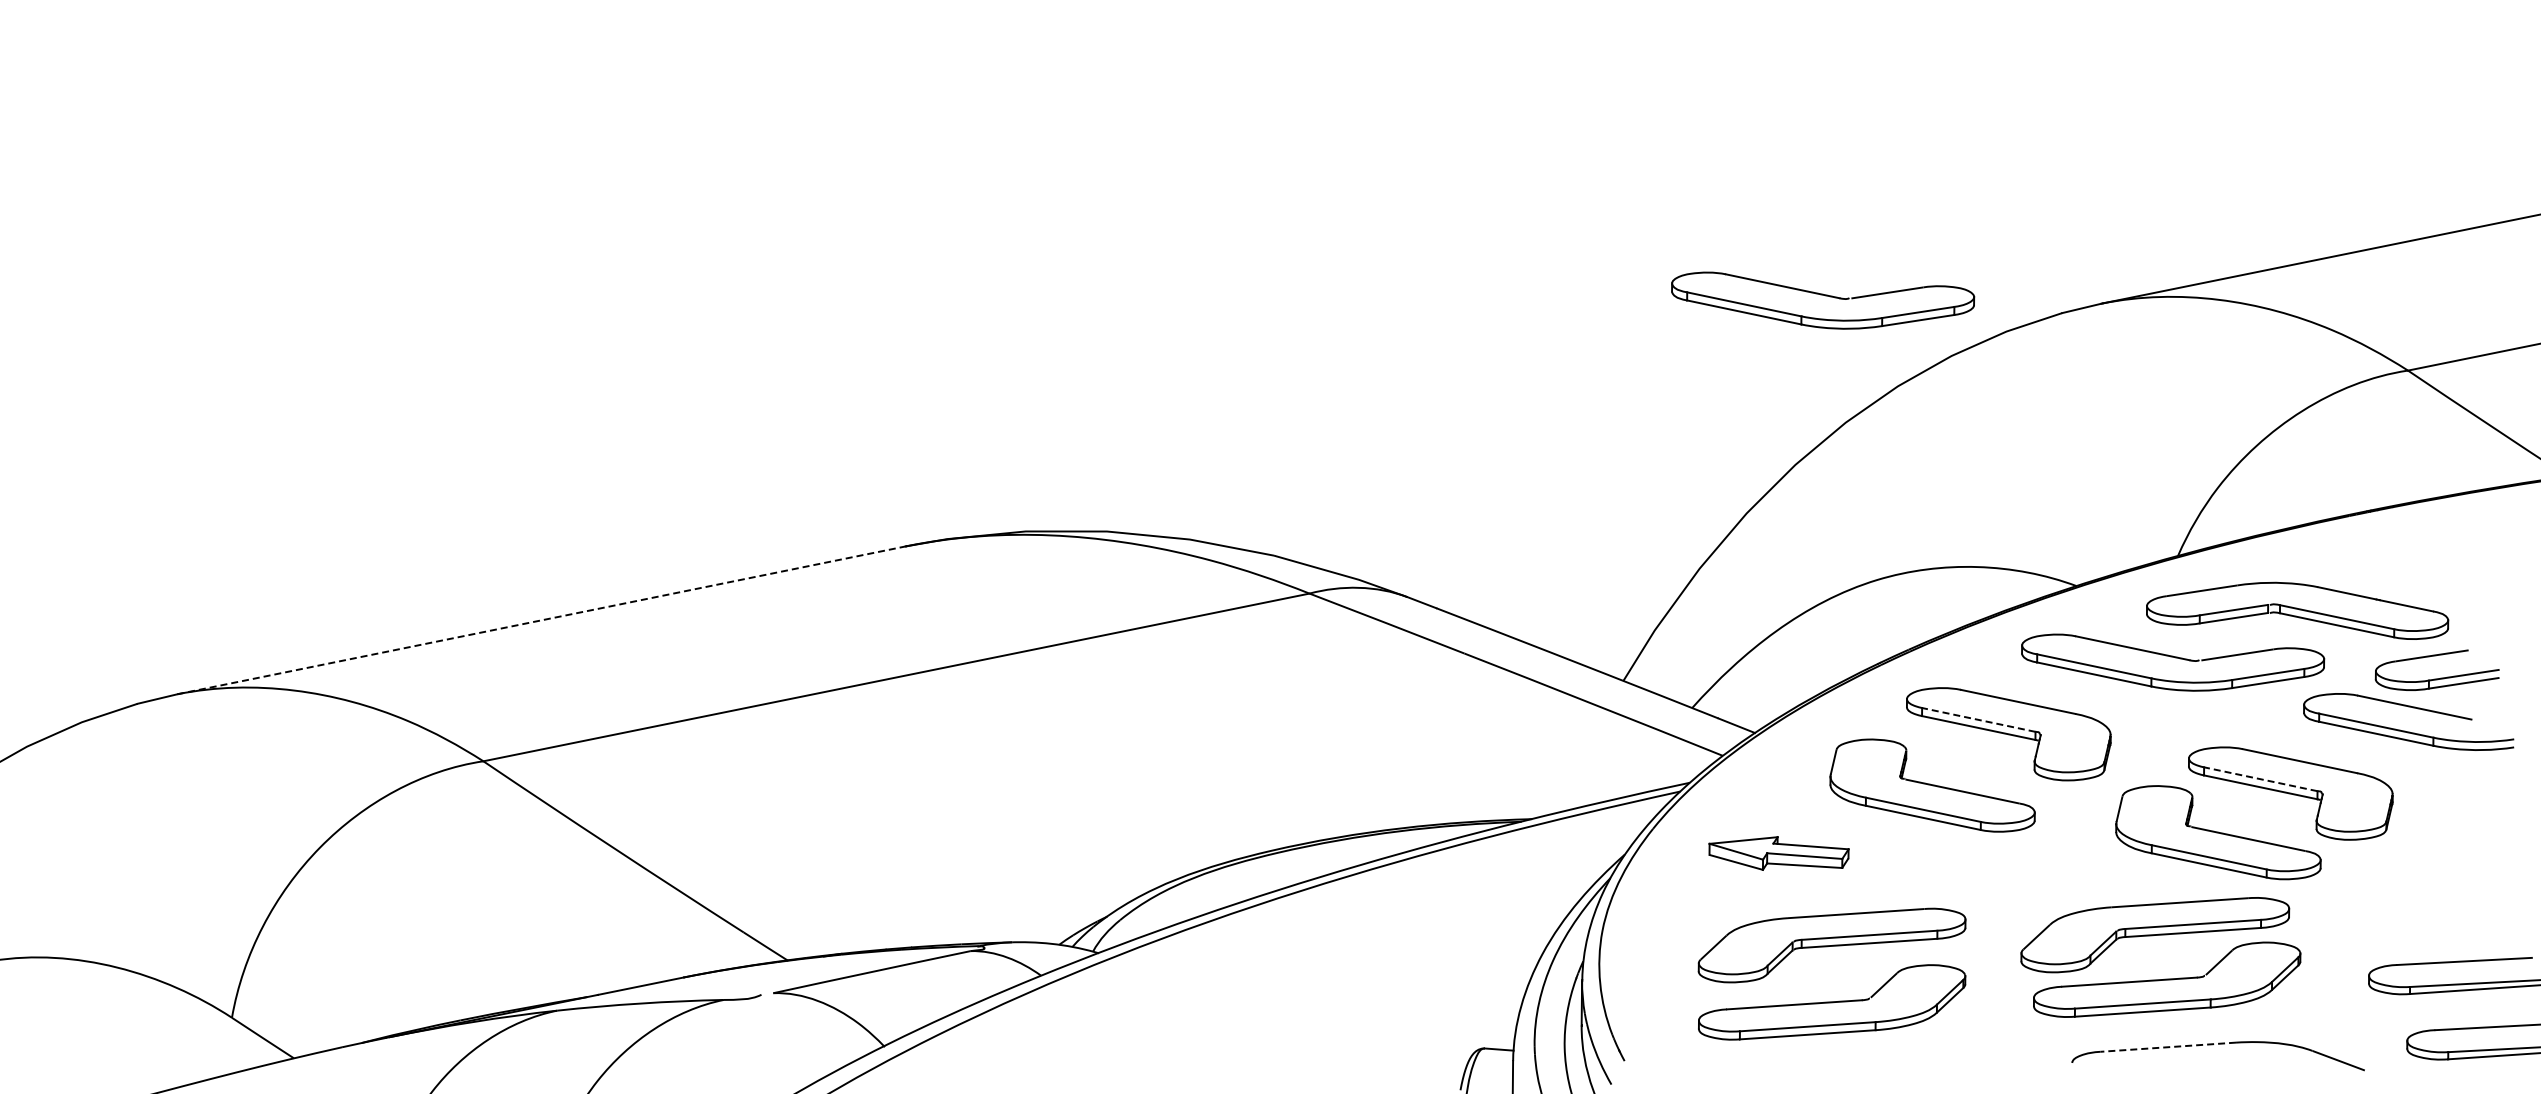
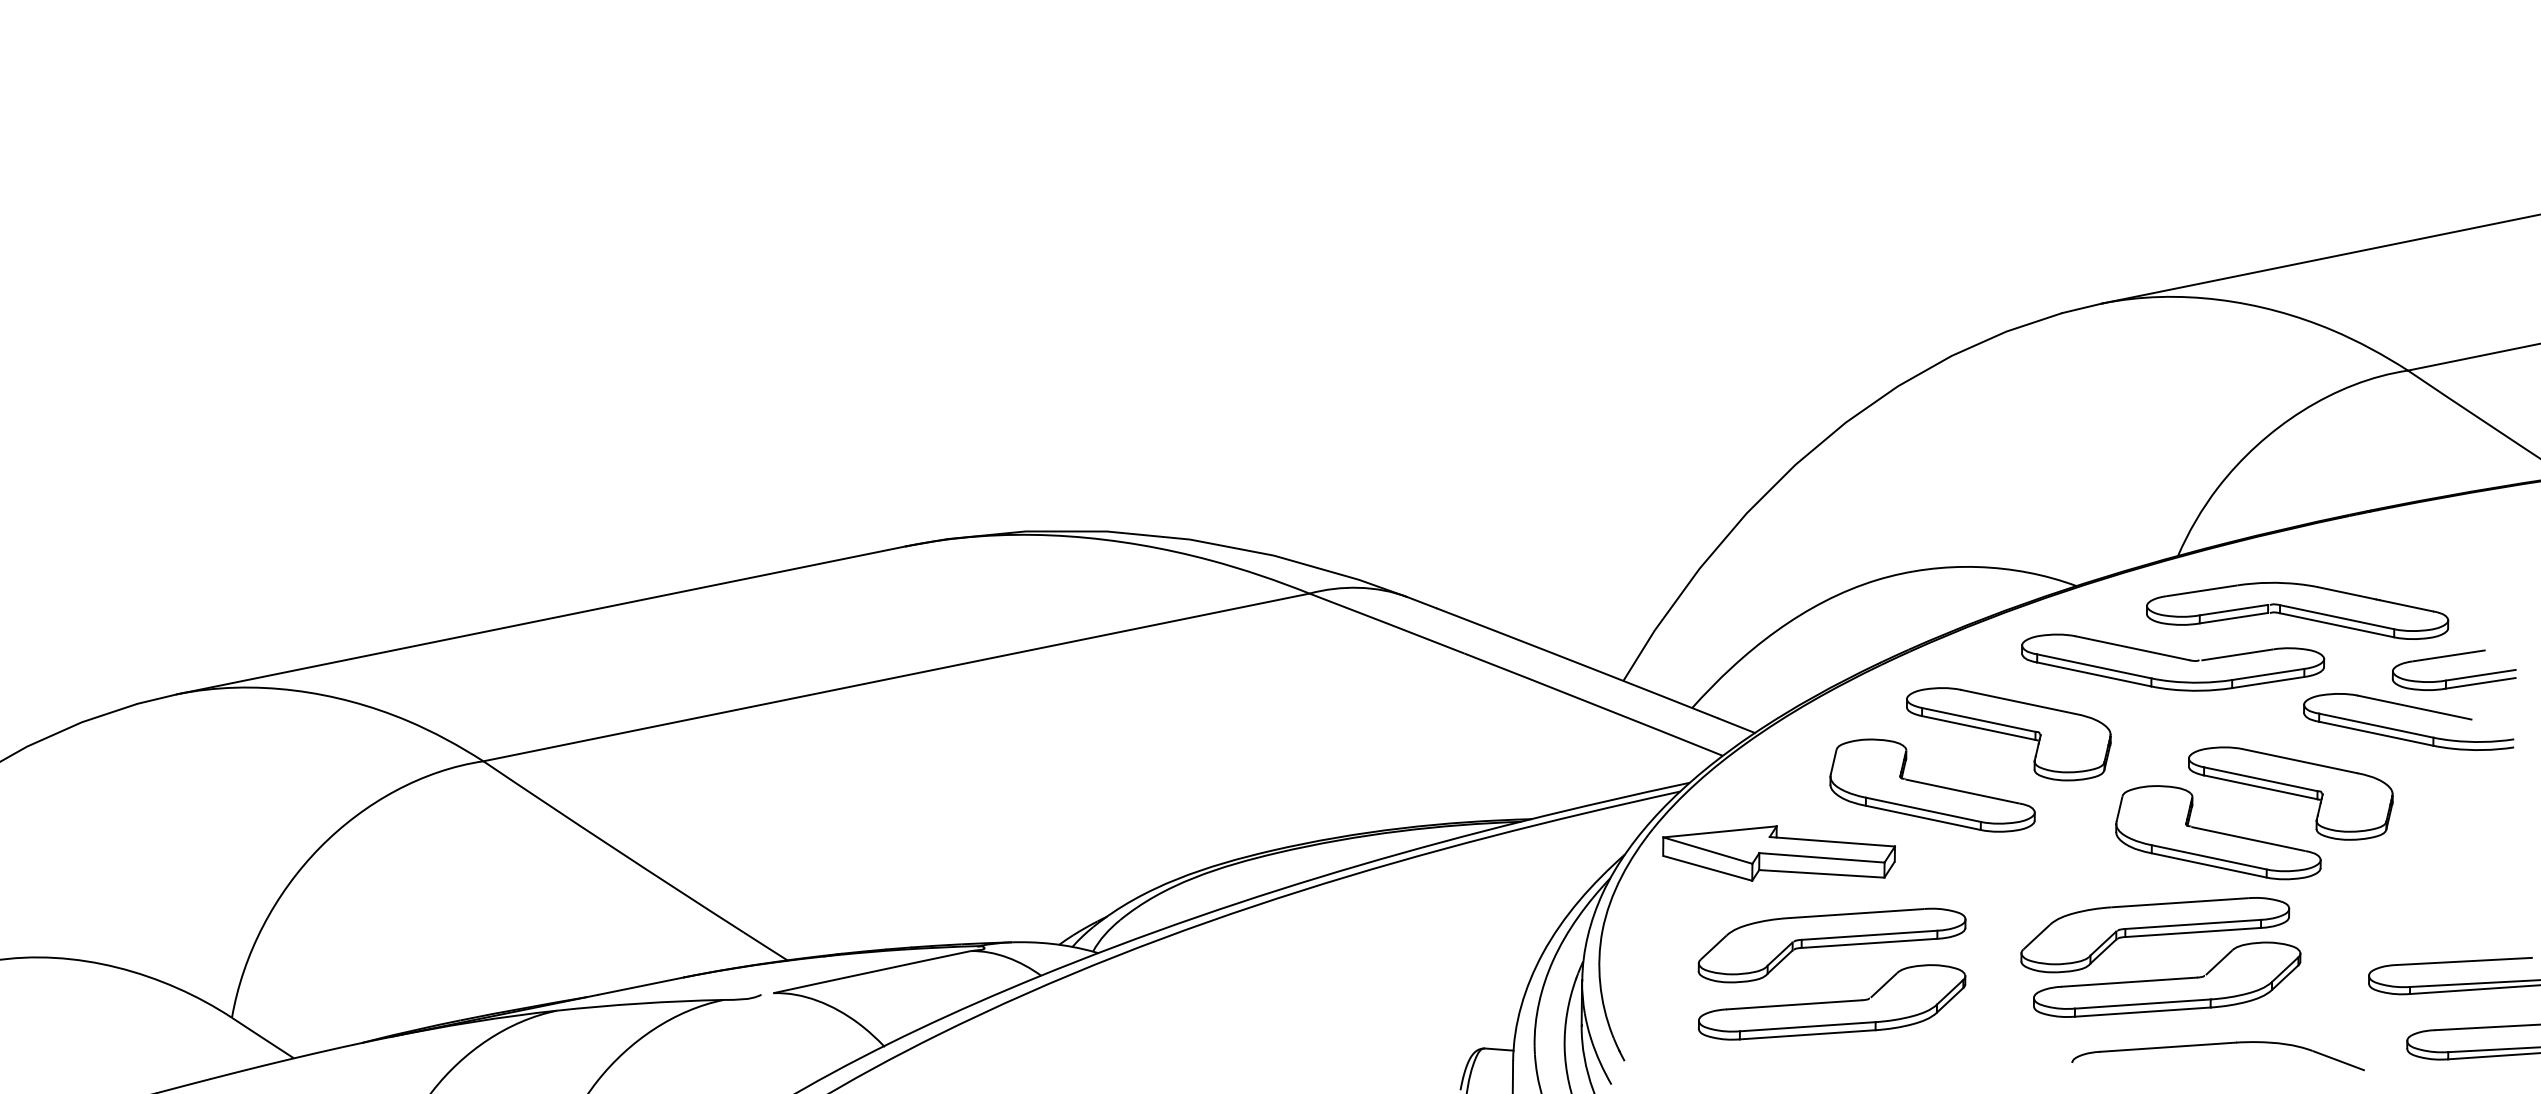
part at (1823, 300): present -> none
line at (541, 620): dashed -> solid
part at (2440, 677) position: (2440, 677) -> (2457, 677)
line at (1978, 719): dashed -> solid
line at (2260, 779): dashed -> solid
part at (1778, 853) size: 142x35 px -> 234x57 px
line at (2167, 1047): dashed -> solid
